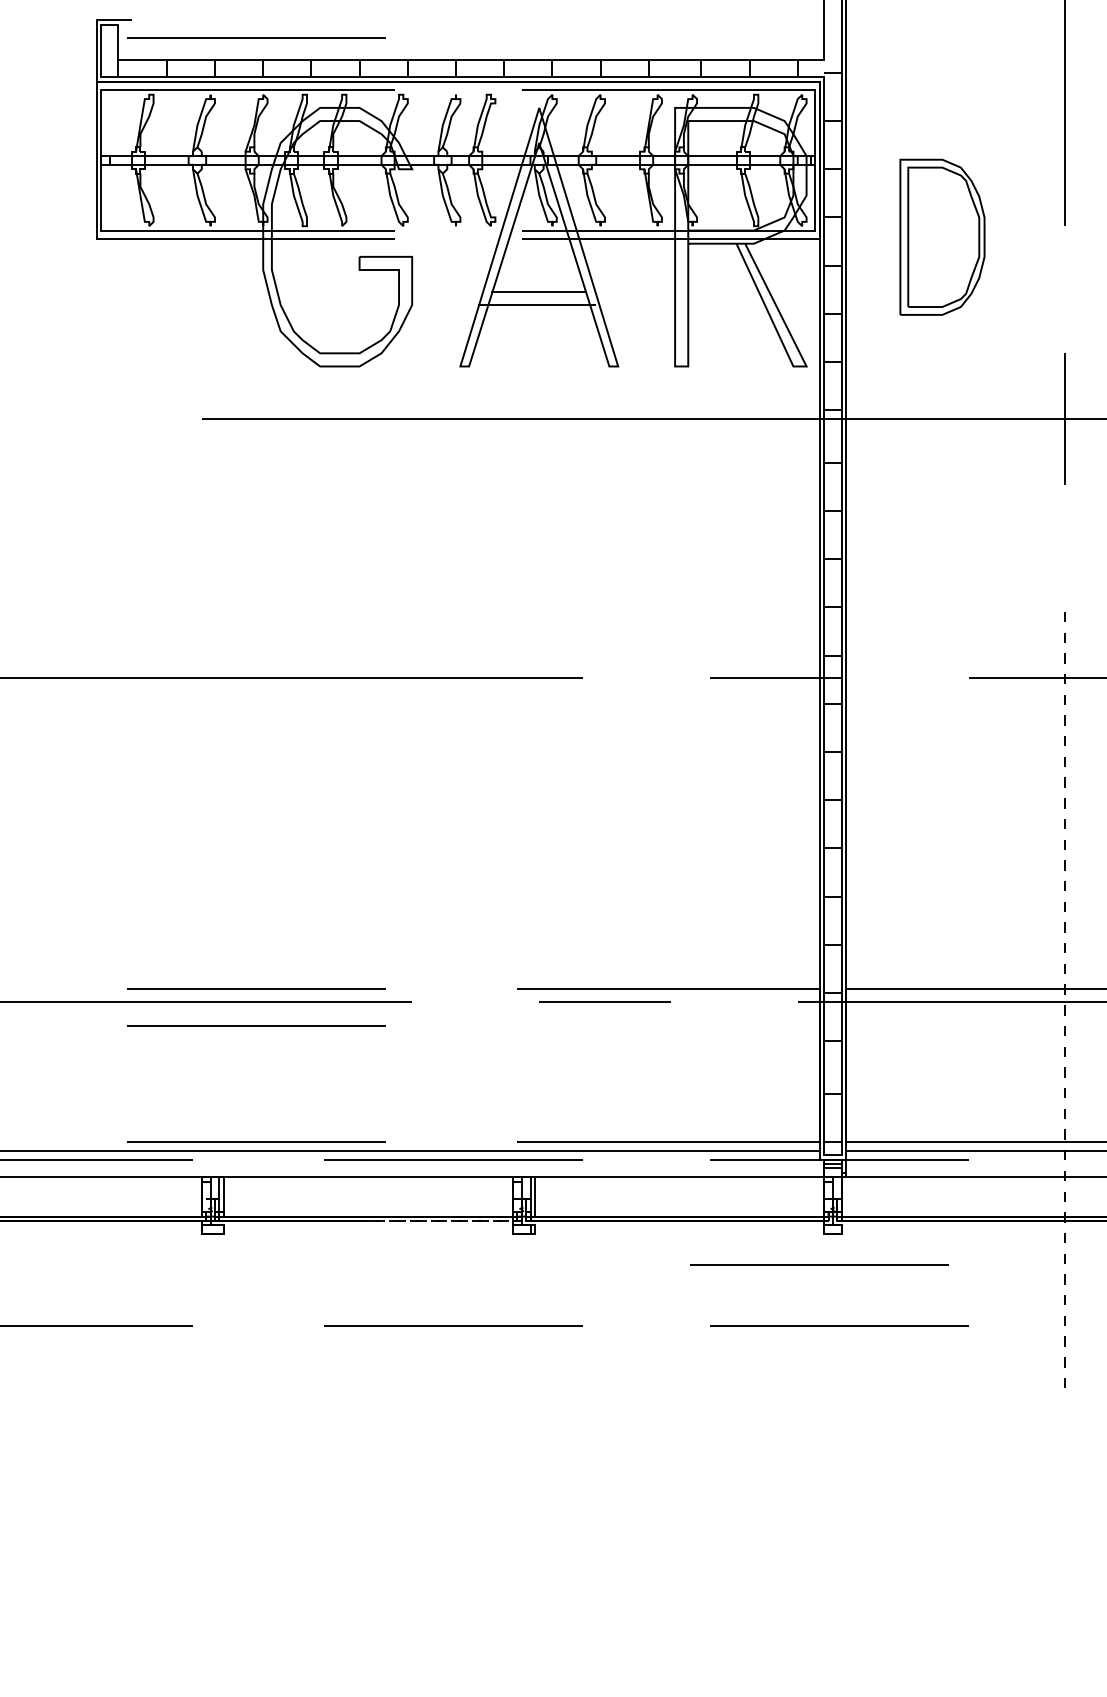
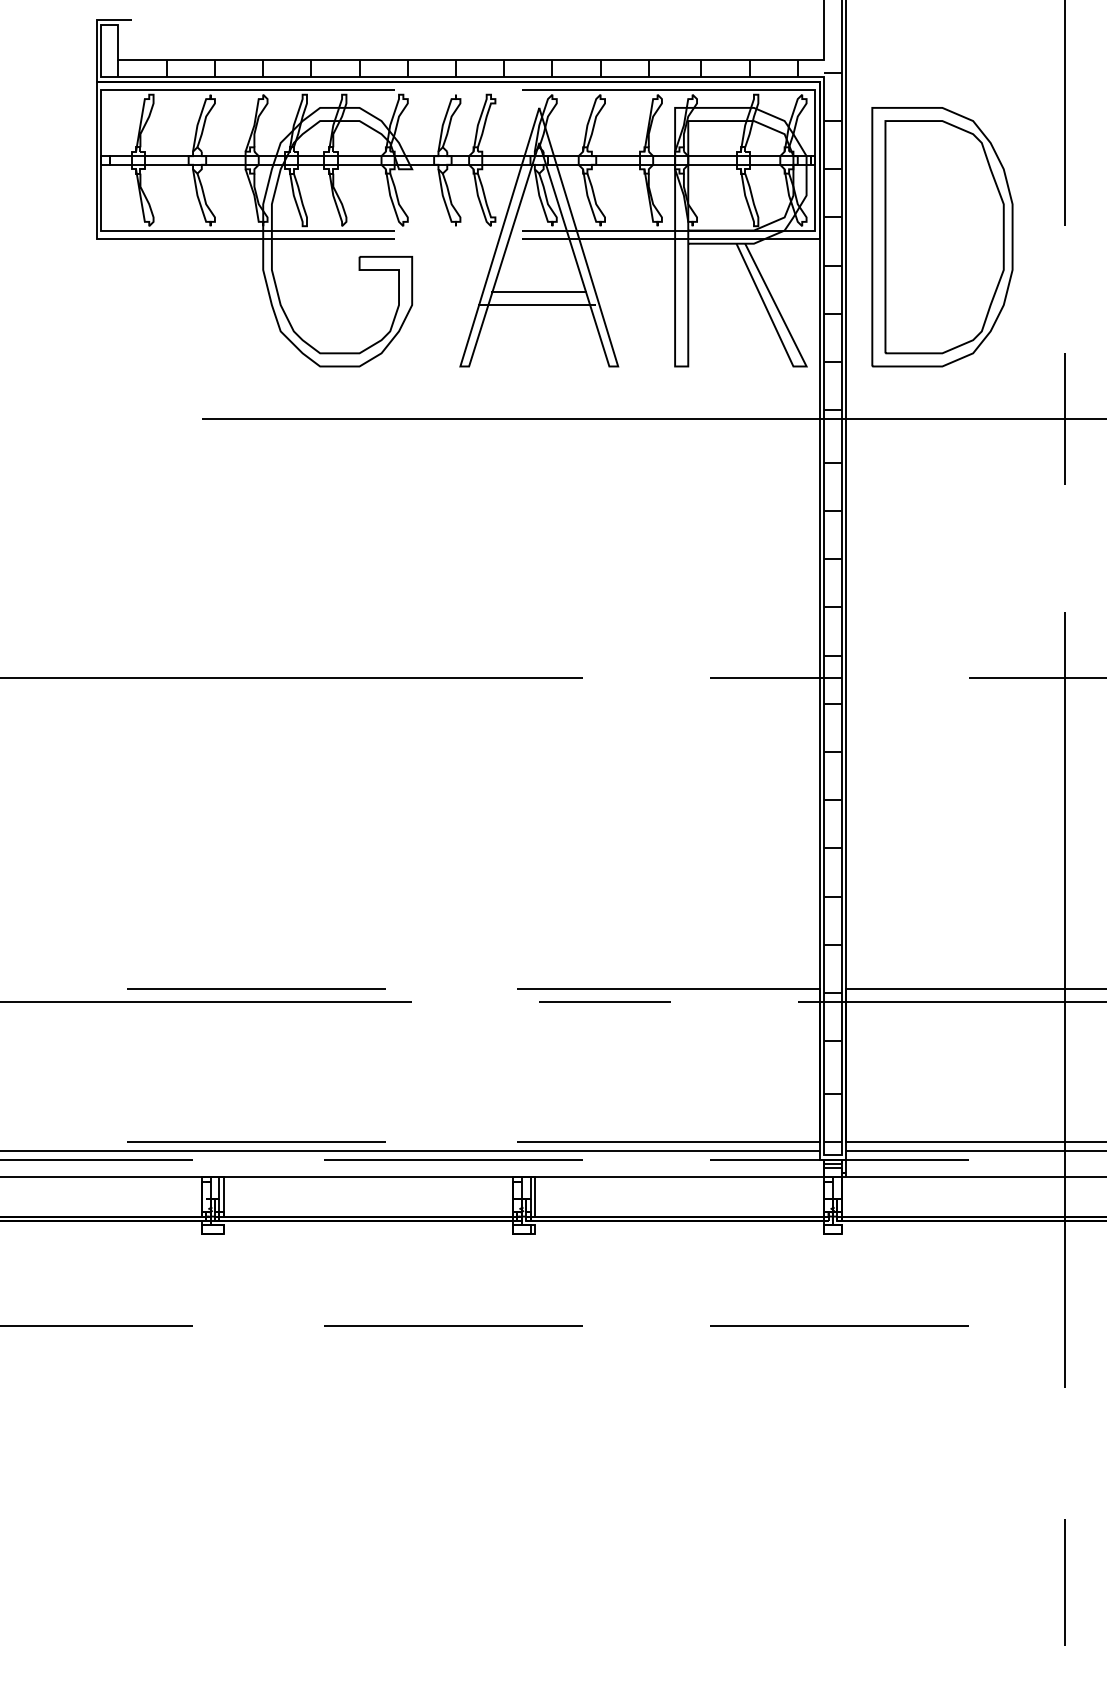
line at (256, 37): present -> none
part at (942, 236) size: 87x158 px -> 143x261 px
line at (1065, 999): dashed -> solid
line at (256, 1025): present -> none
line at (521, 1221): dashed -> solid
line at (819, 1264): present -> none
line at (1064, 1582): none -> present
